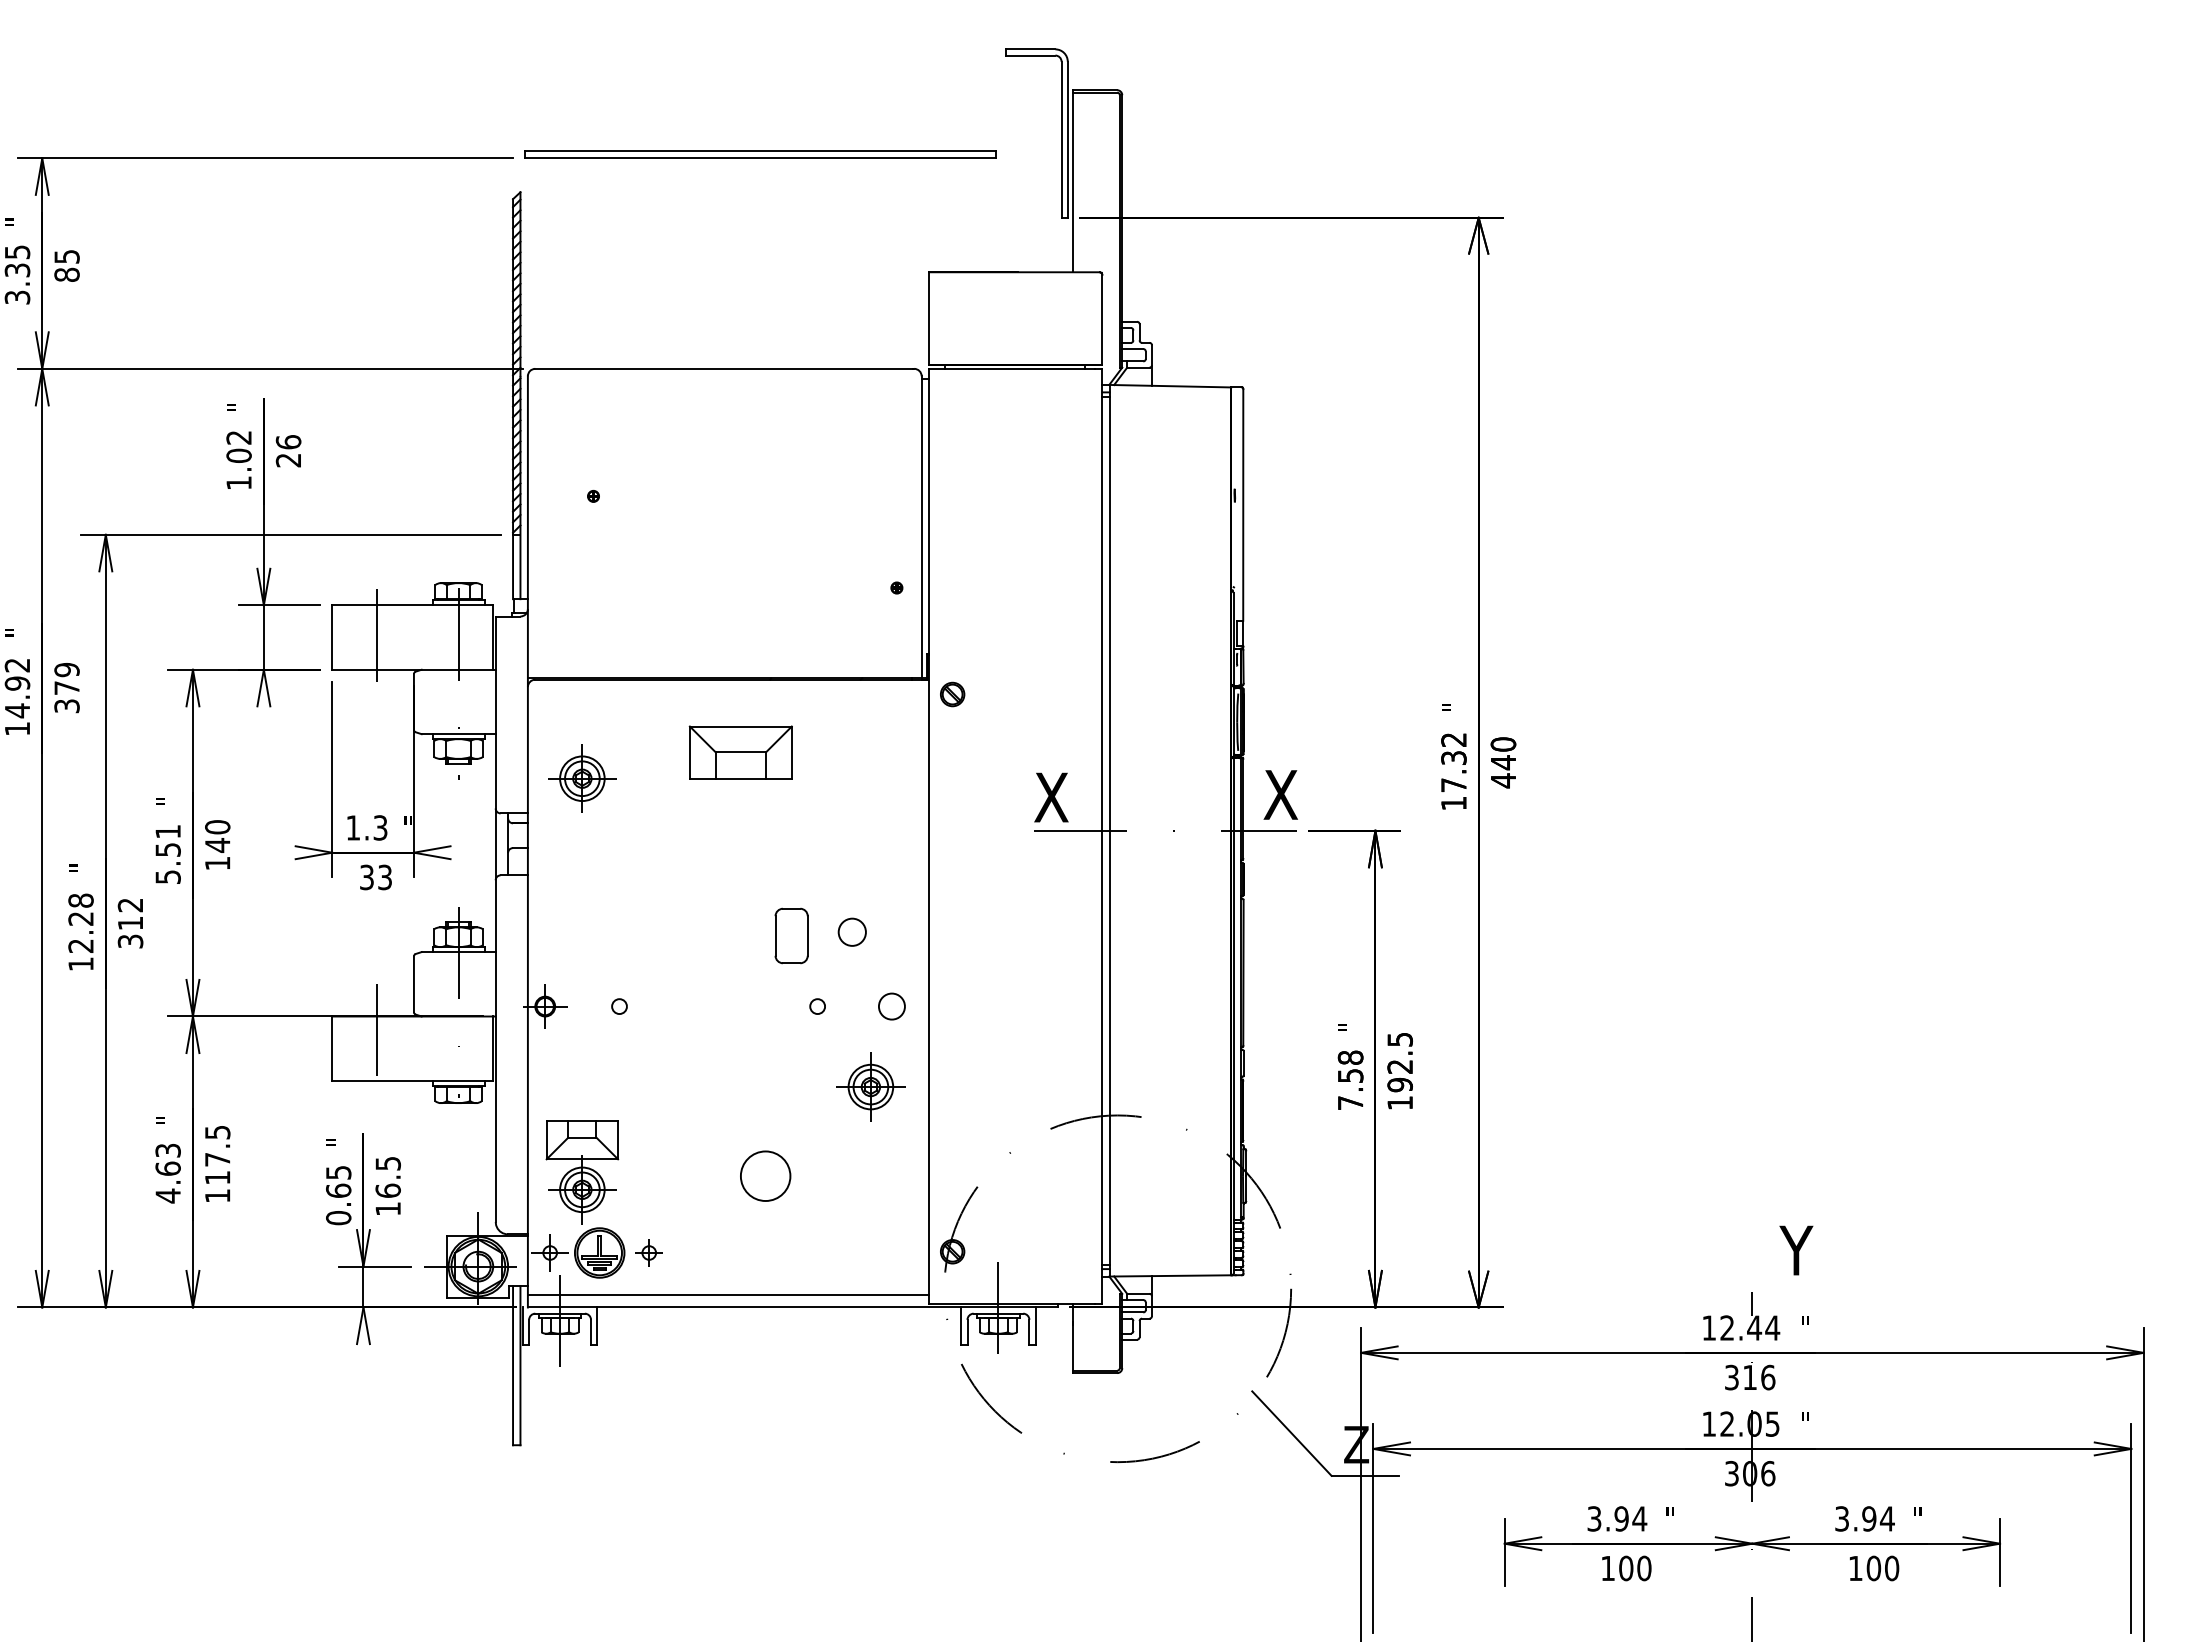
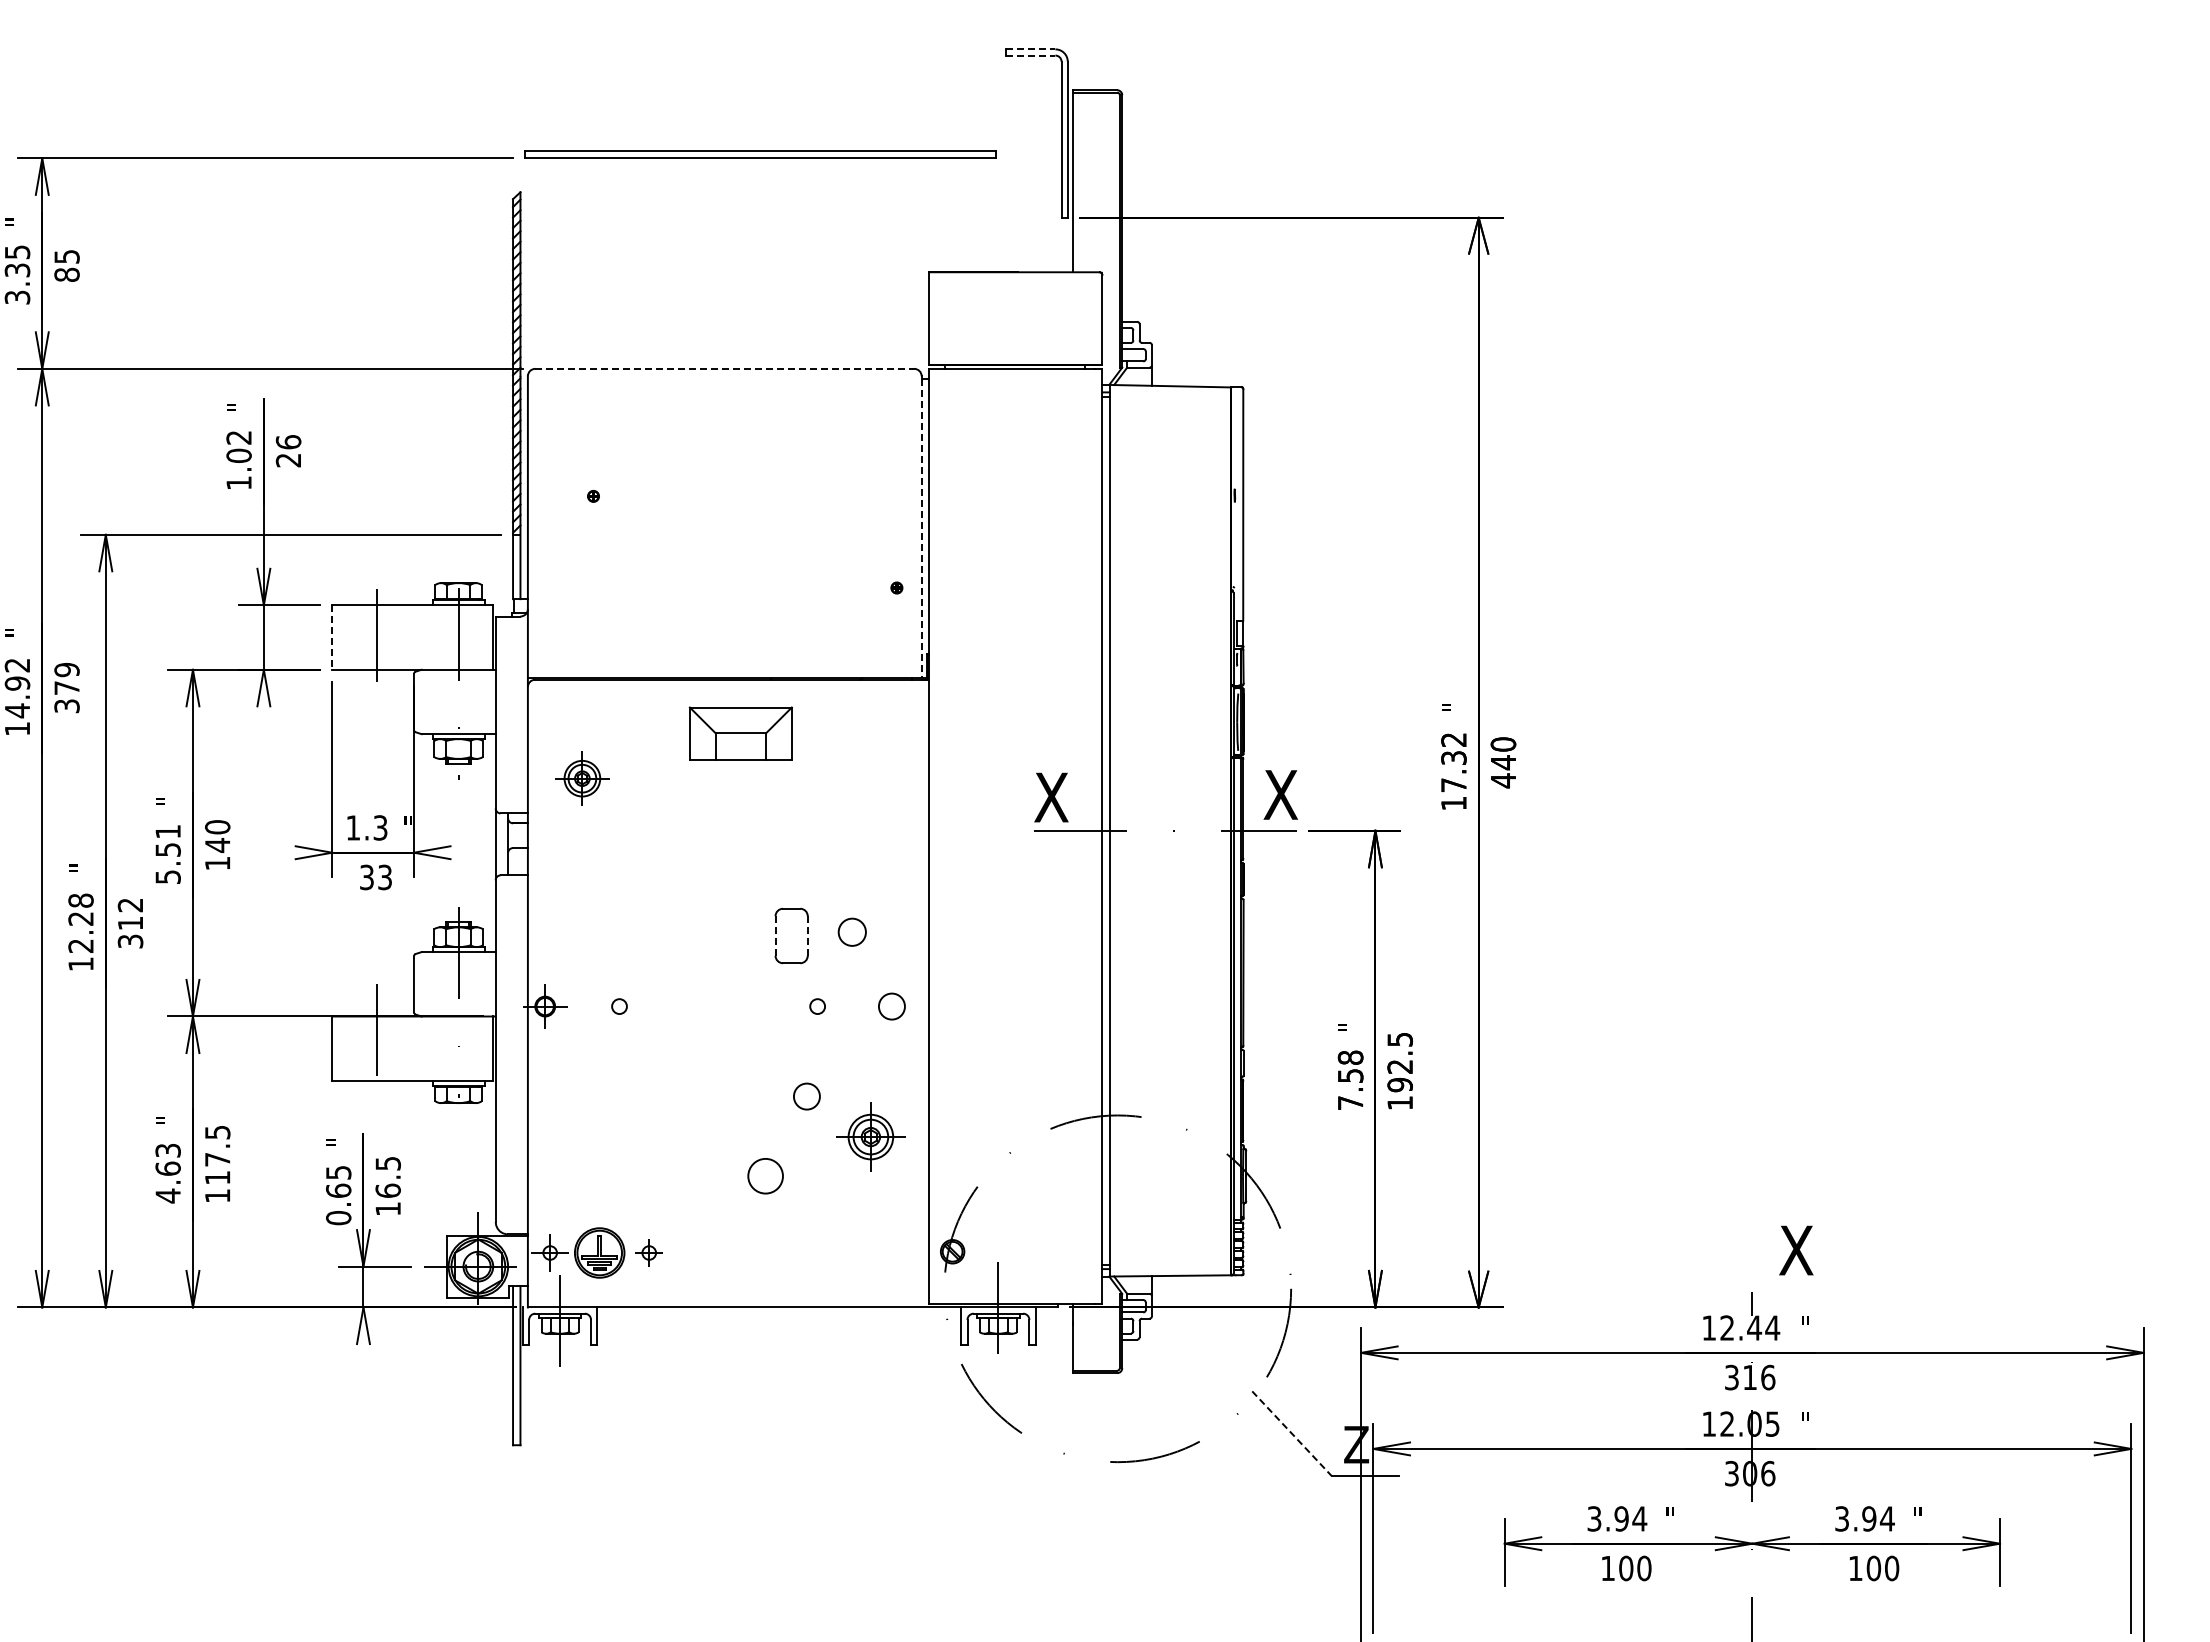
line at (1030, 49): solid -> dashed
line at (1030, 55): solid -> dashed
line at (724, 368): solid -> dashed
line at (921, 528): solid -> dashed
line at (332, 638): solid -> dashed
part at (952, 694): present -> none
part at (740, 752) position: (740, 752) -> (740, 733)
part at (582, 778) size: 69x69 px -> 55x55 px
line at (775, 936): solid -> dashed
line at (807, 936): solid -> dashed
part at (870, 1086) position: (870, 1086) -> (870, 1136)
circle at (806, 1096): none -> present
part at (582, 1172): present -> none
circle at (765, 1176) diameter: 50 px -> 35 px
text at (1796, 1250): Y -> X
line at (728, 1295): present -> none
line at (1291, 1433): solid -> dashed
